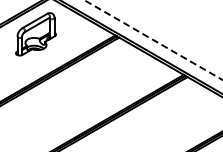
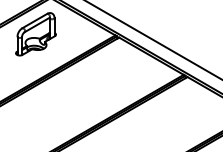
line at (153, 40): dashed -> solid
